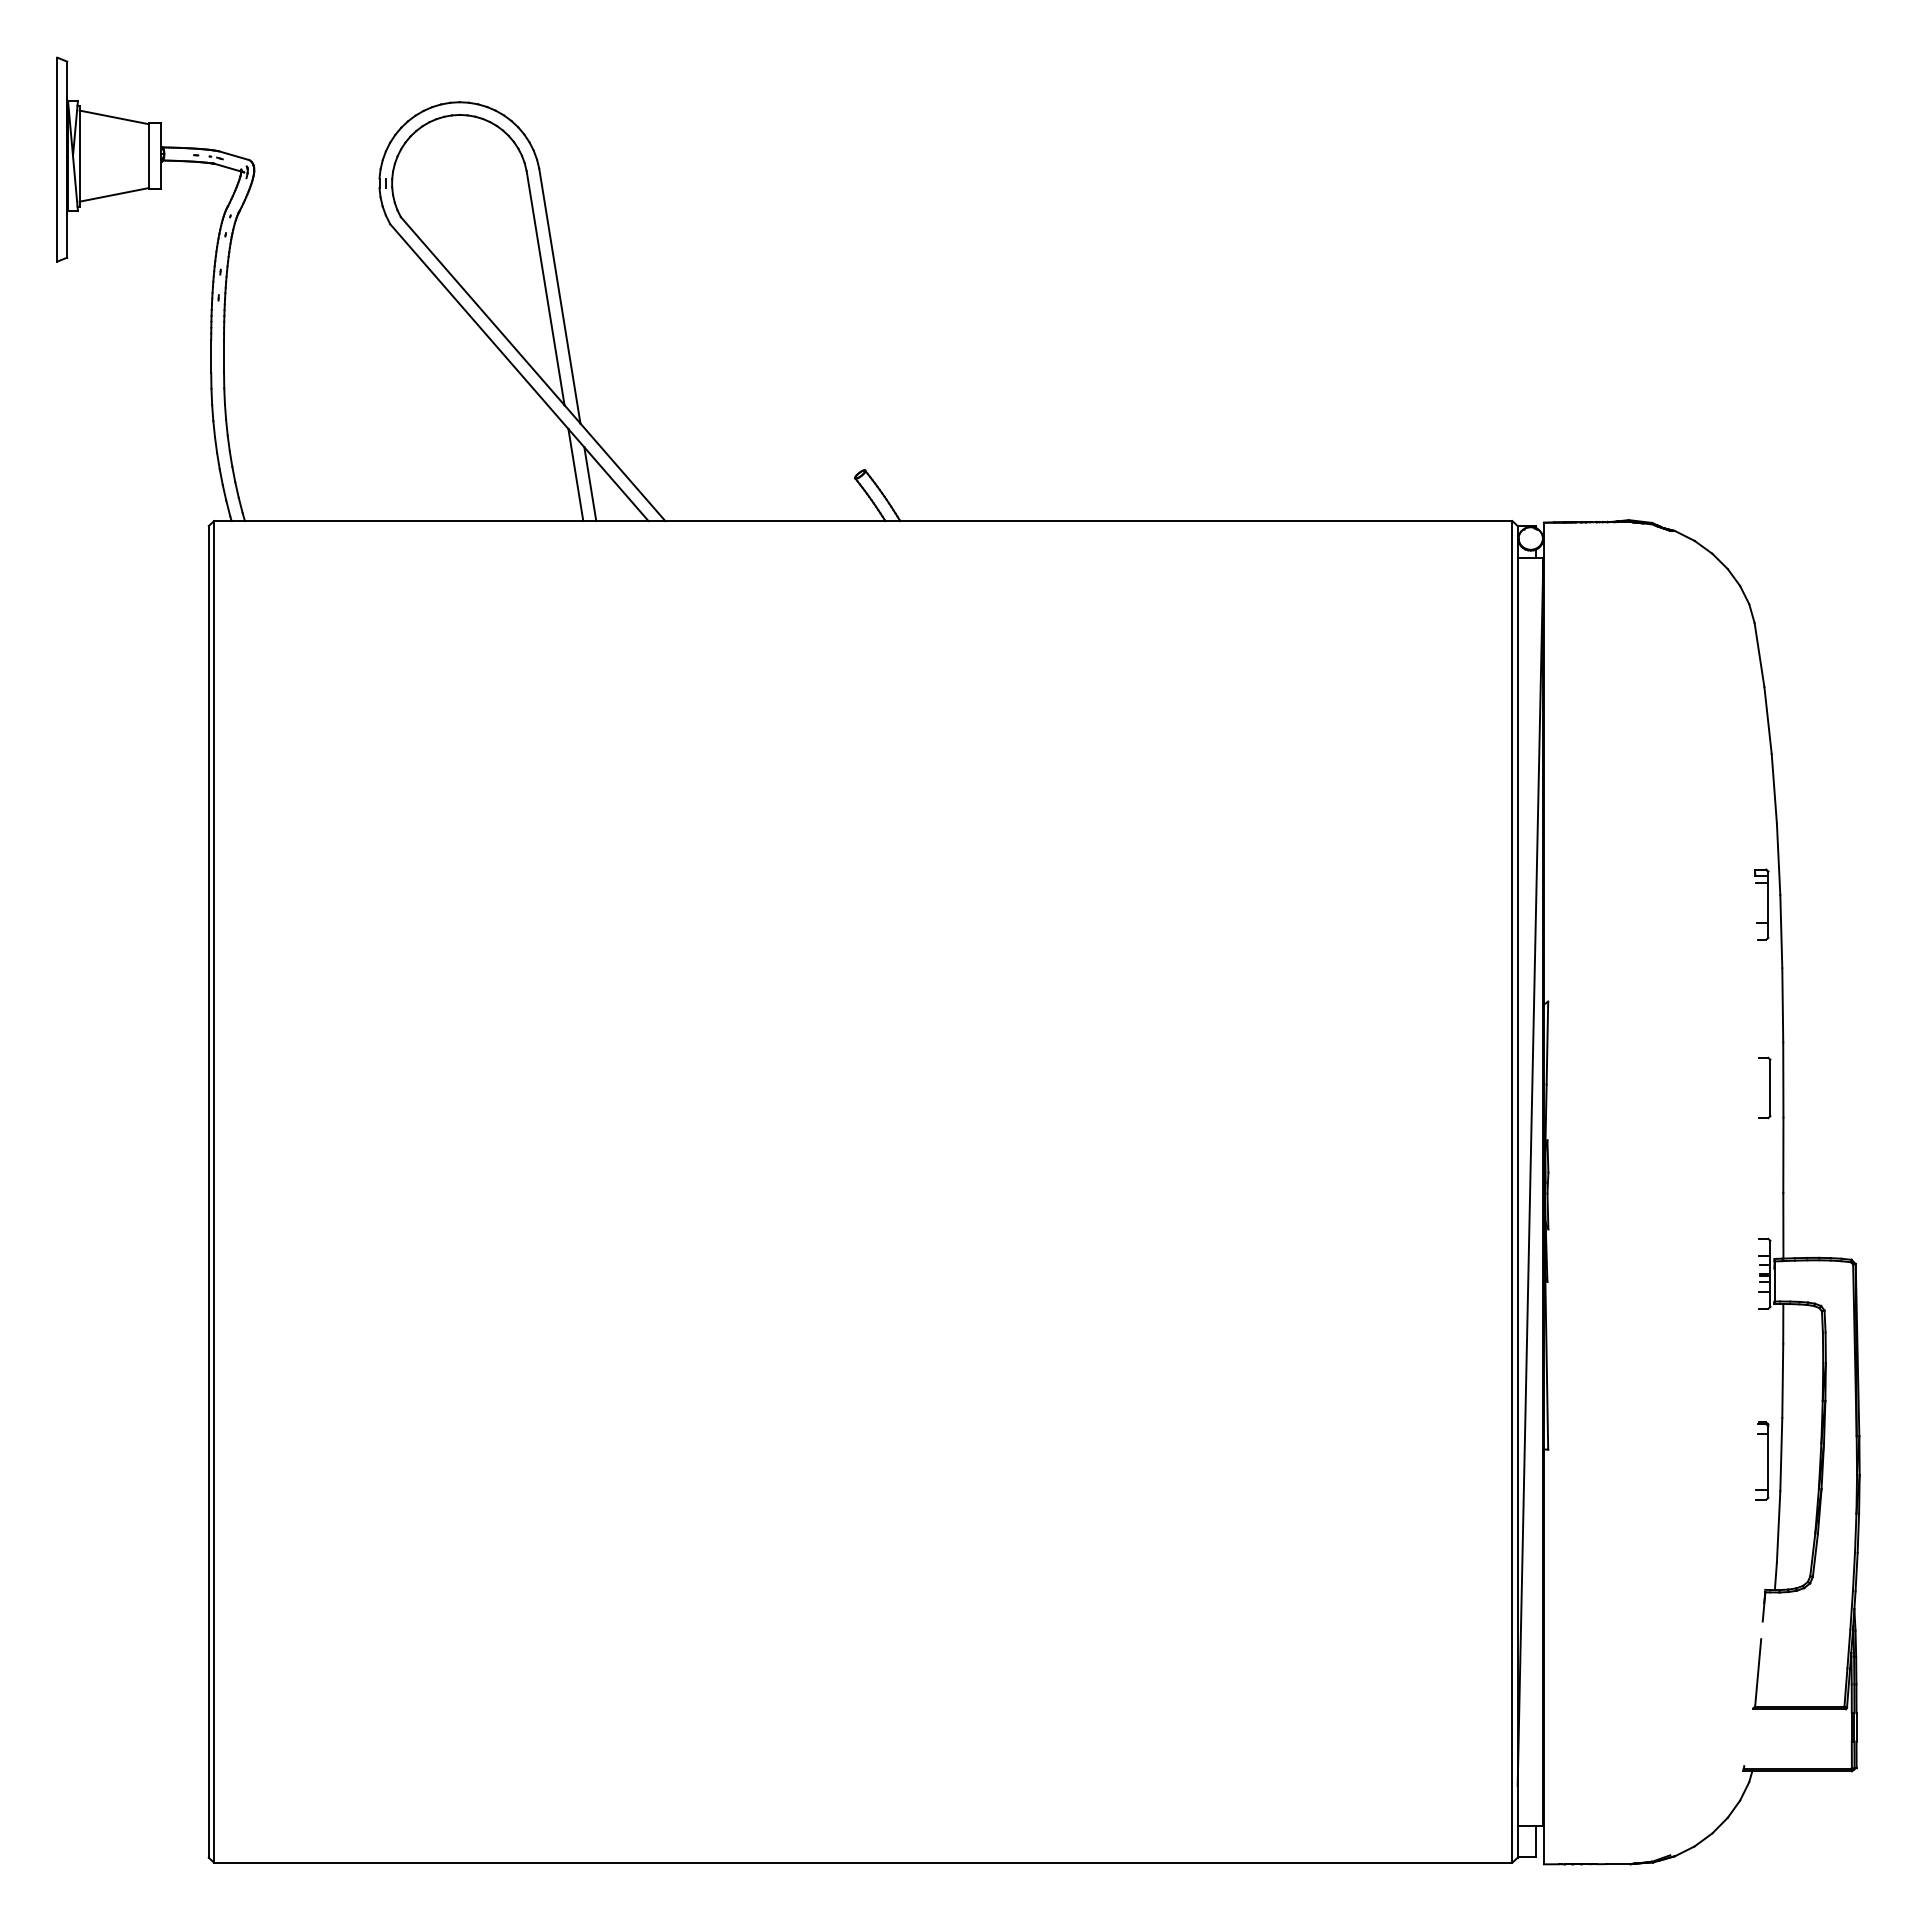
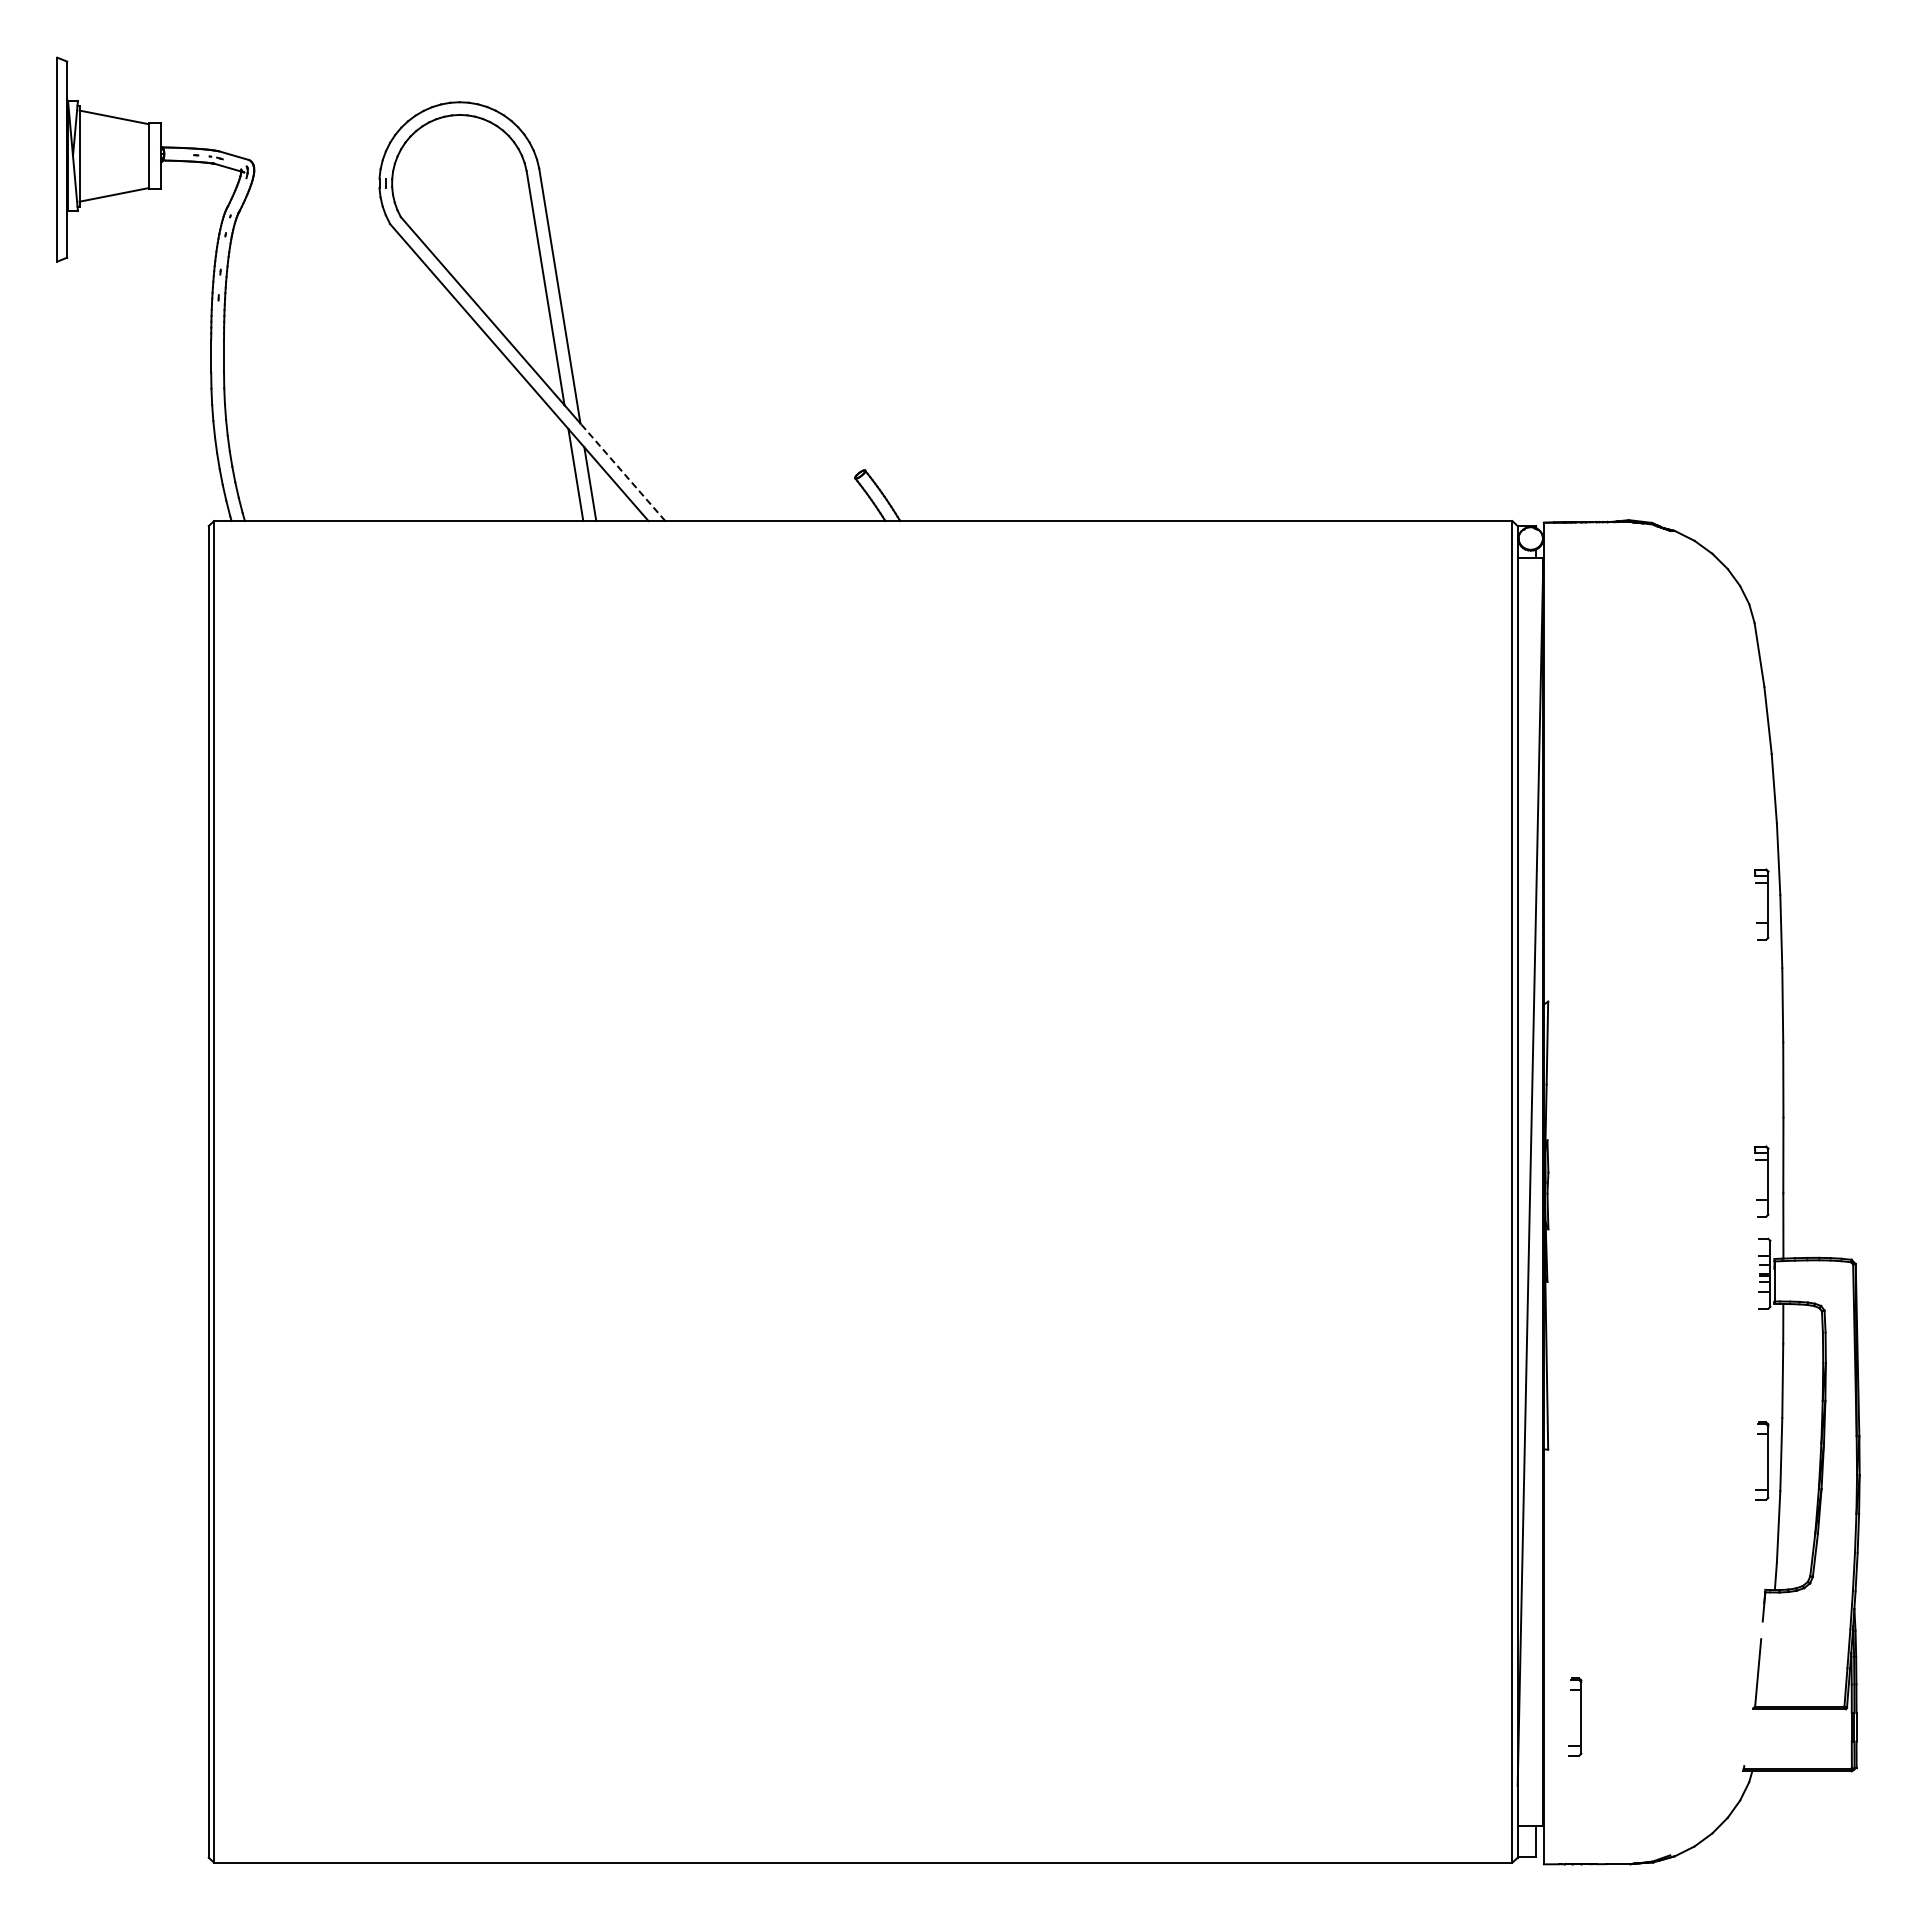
line at (622, 472): solid -> dashed
part at (1764, 1087): present -> none
part at (1761, 1181): none -> present
part at (1575, 1716): none -> present
